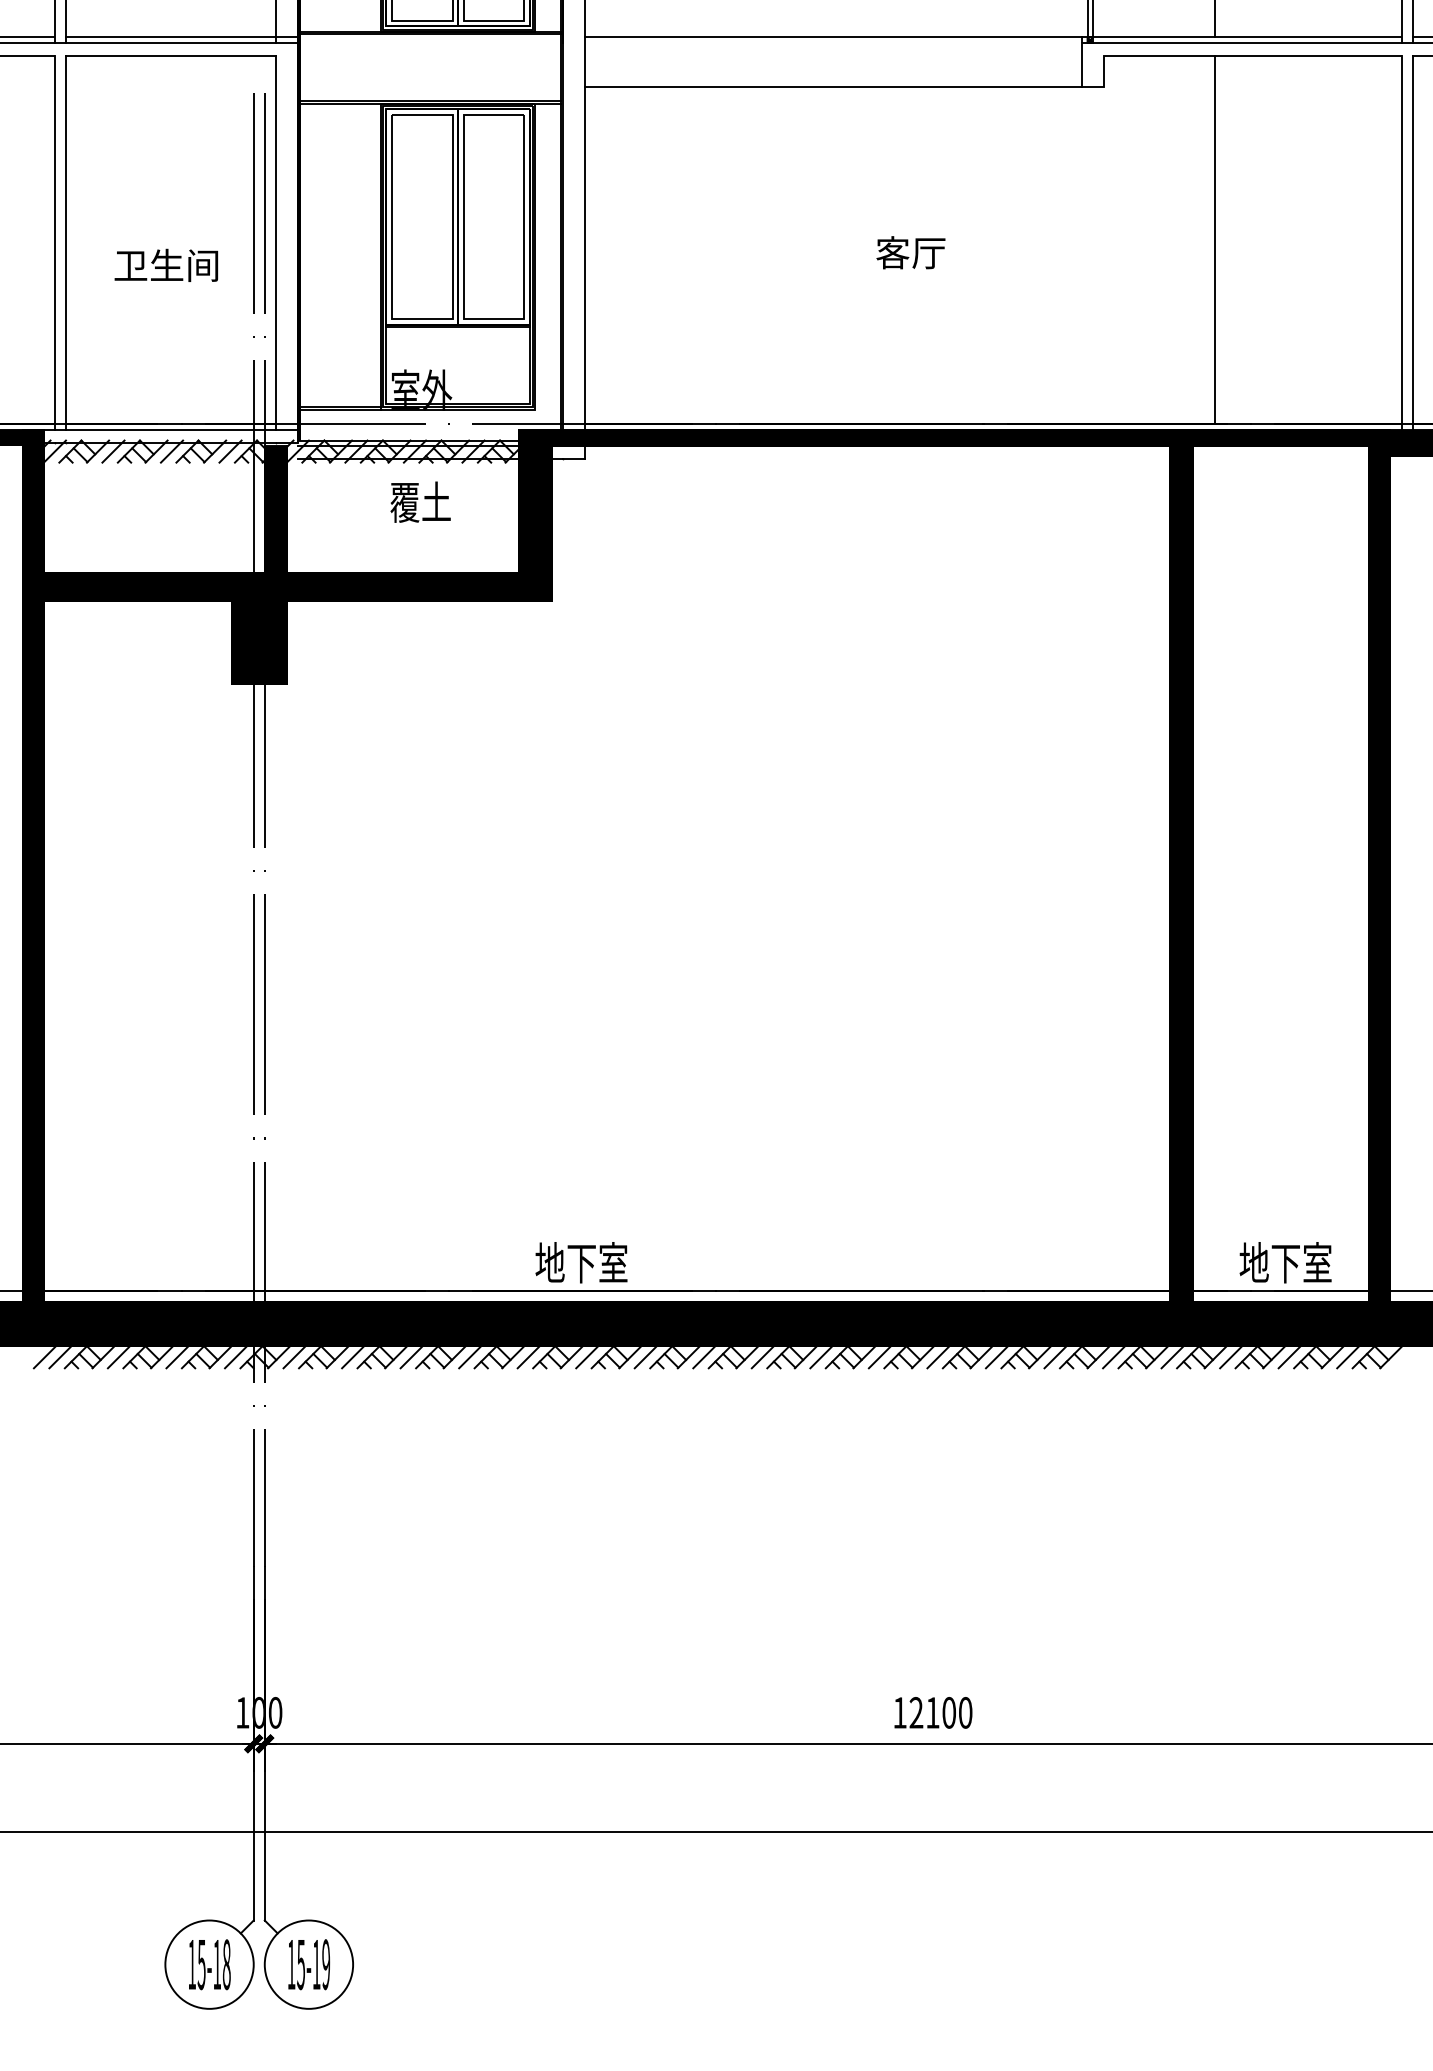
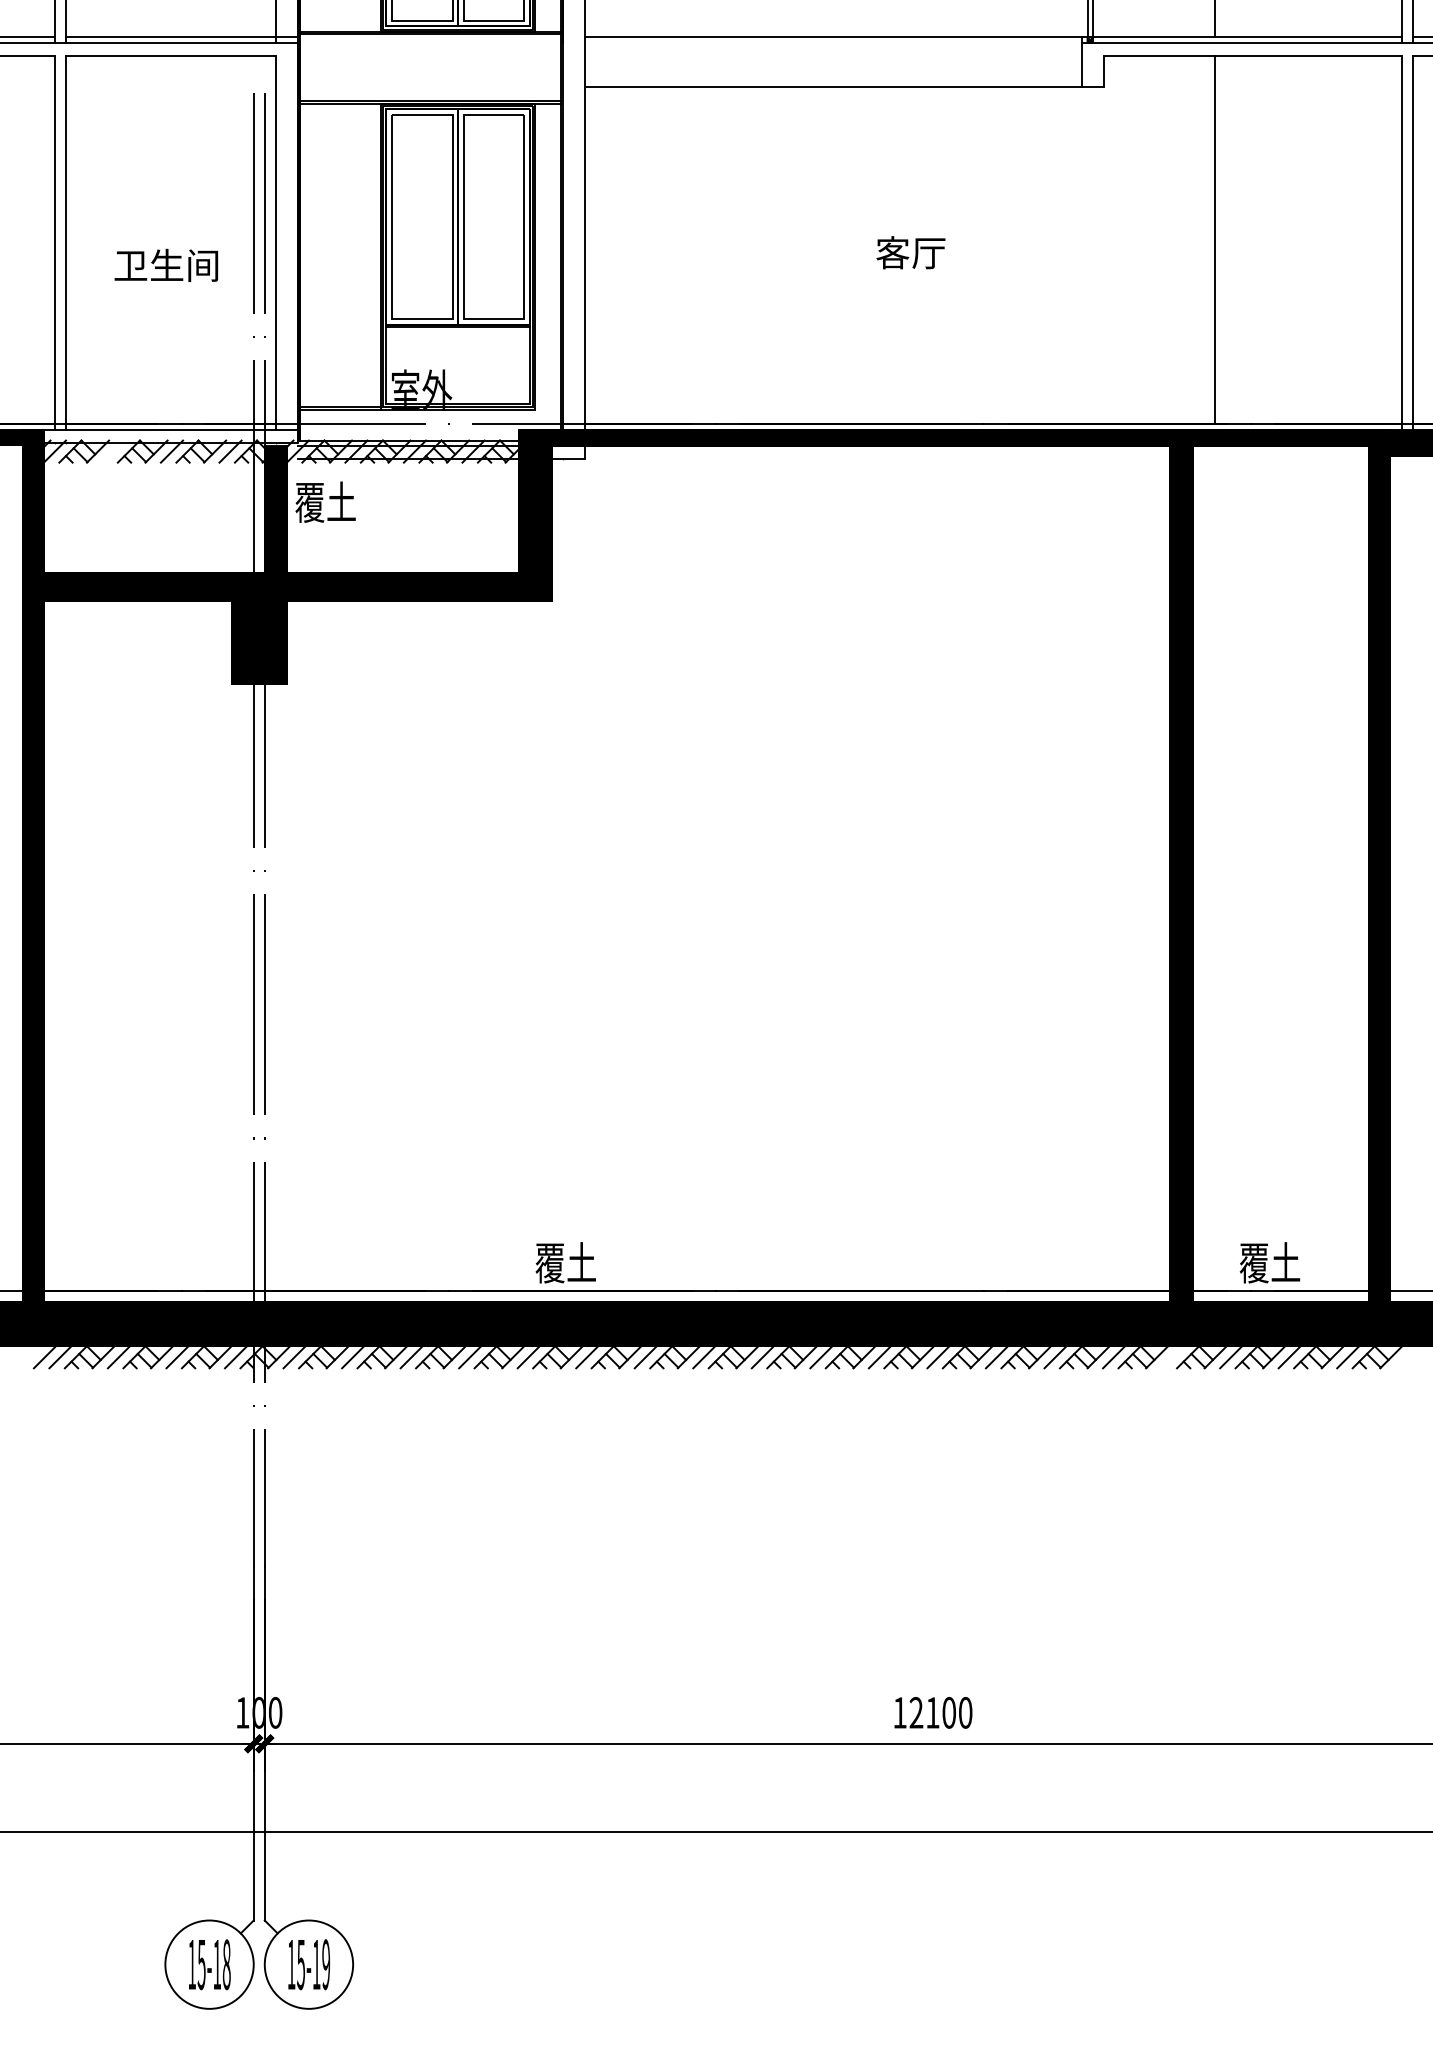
line at (113, 451): present -> none
text at (420, 501) position: (420, 501) -> (325, 501)
text at (581, 1262): 地下室 -> 覆土
text at (1285, 1262): 地下室 -> 覆土
line at (1172, 1357): present -> none
